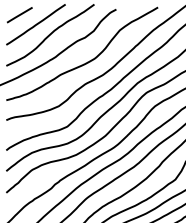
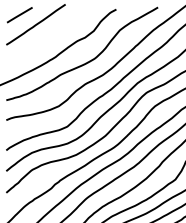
curve at (50, 35): present -> none
